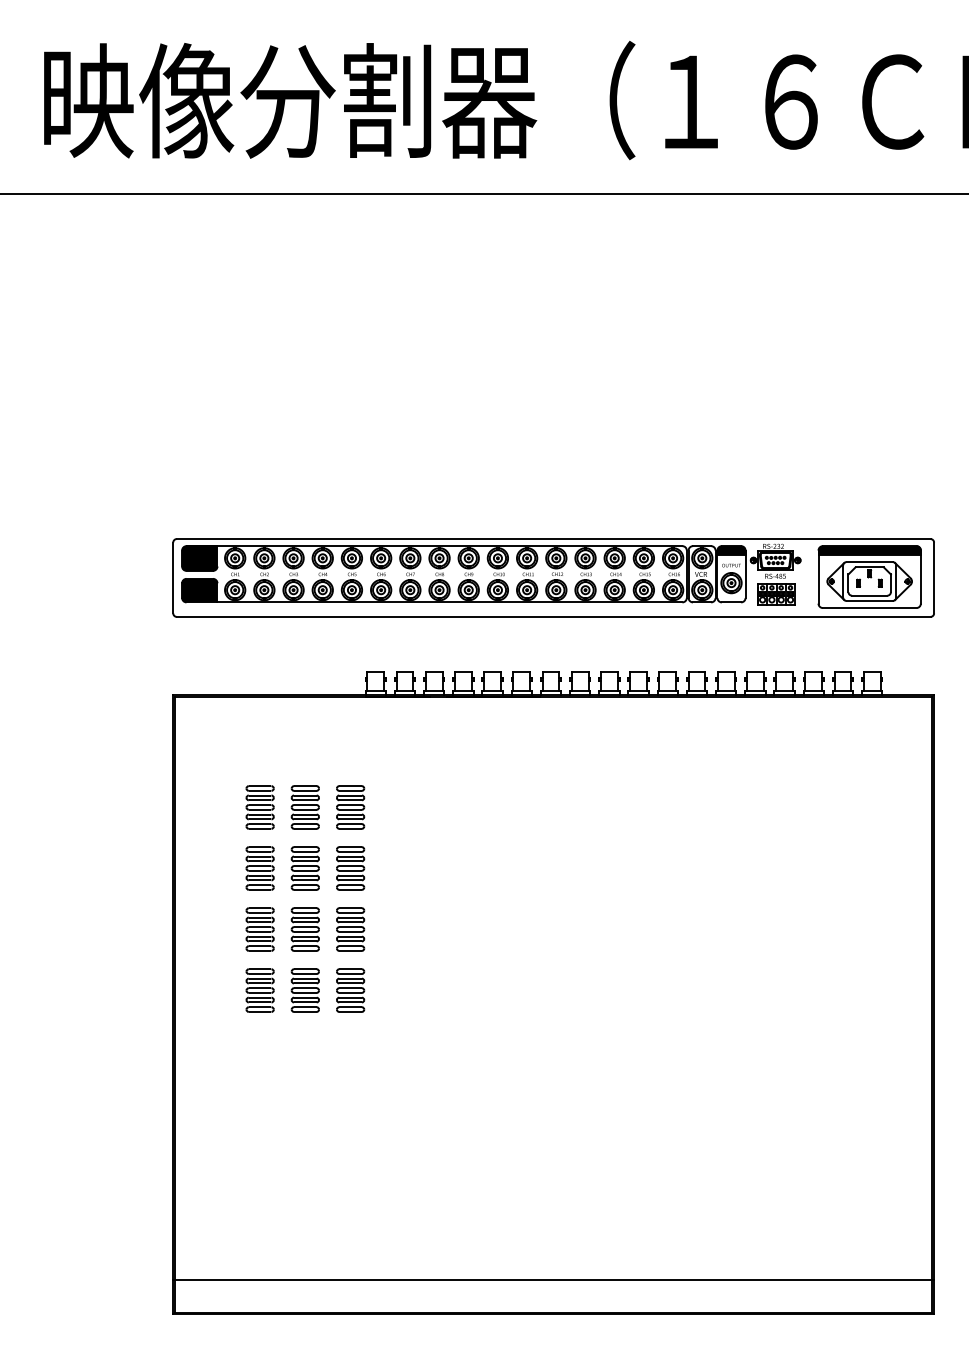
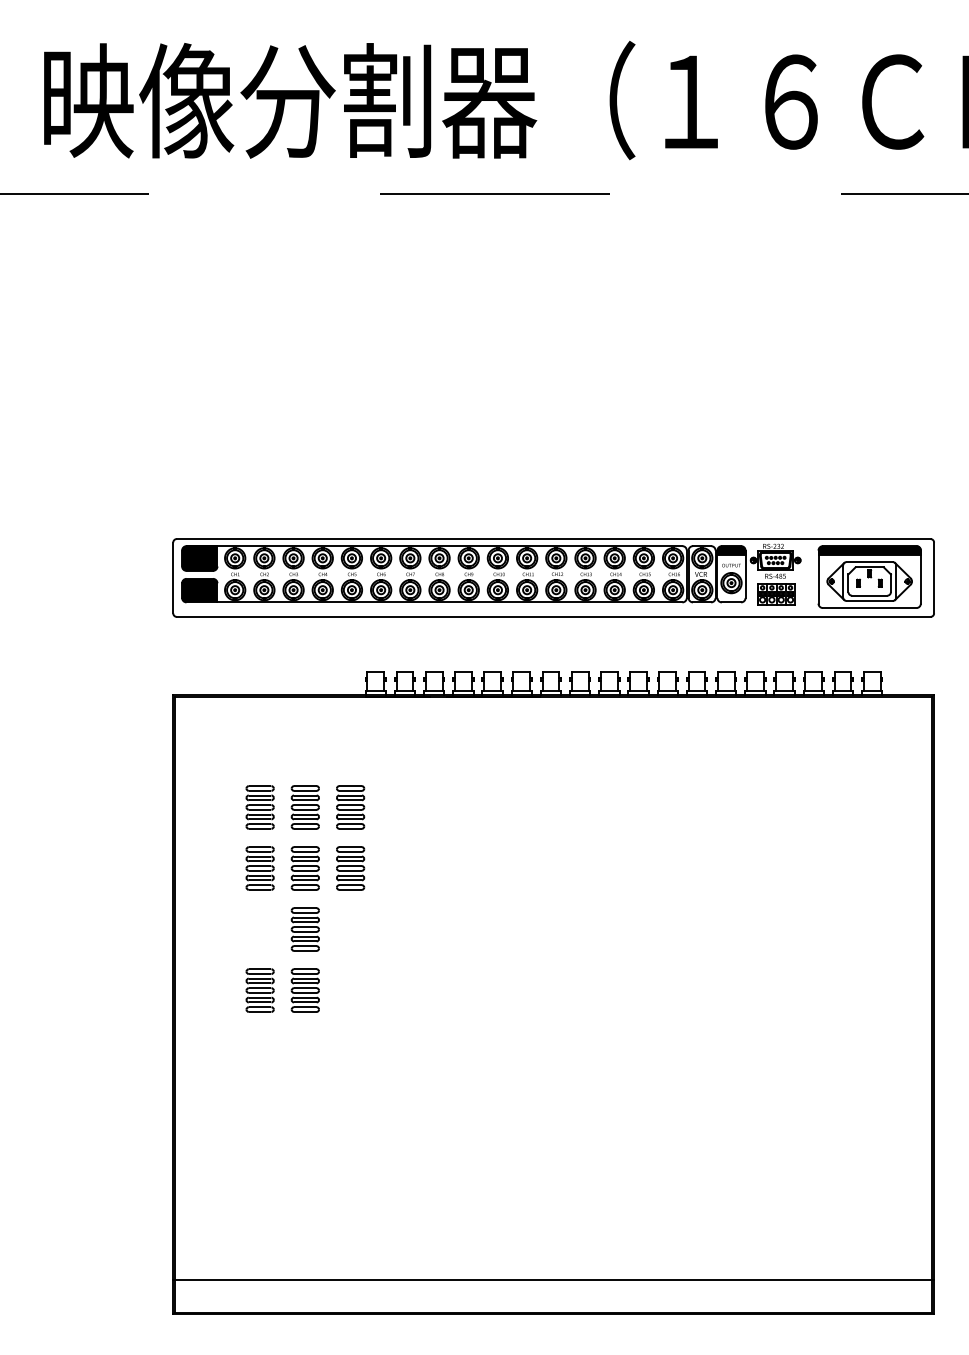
line at (484, 194): solid -> dashed
part at (259, 929): present -> none
part at (350, 929): present -> none
part at (350, 990): present -> none
